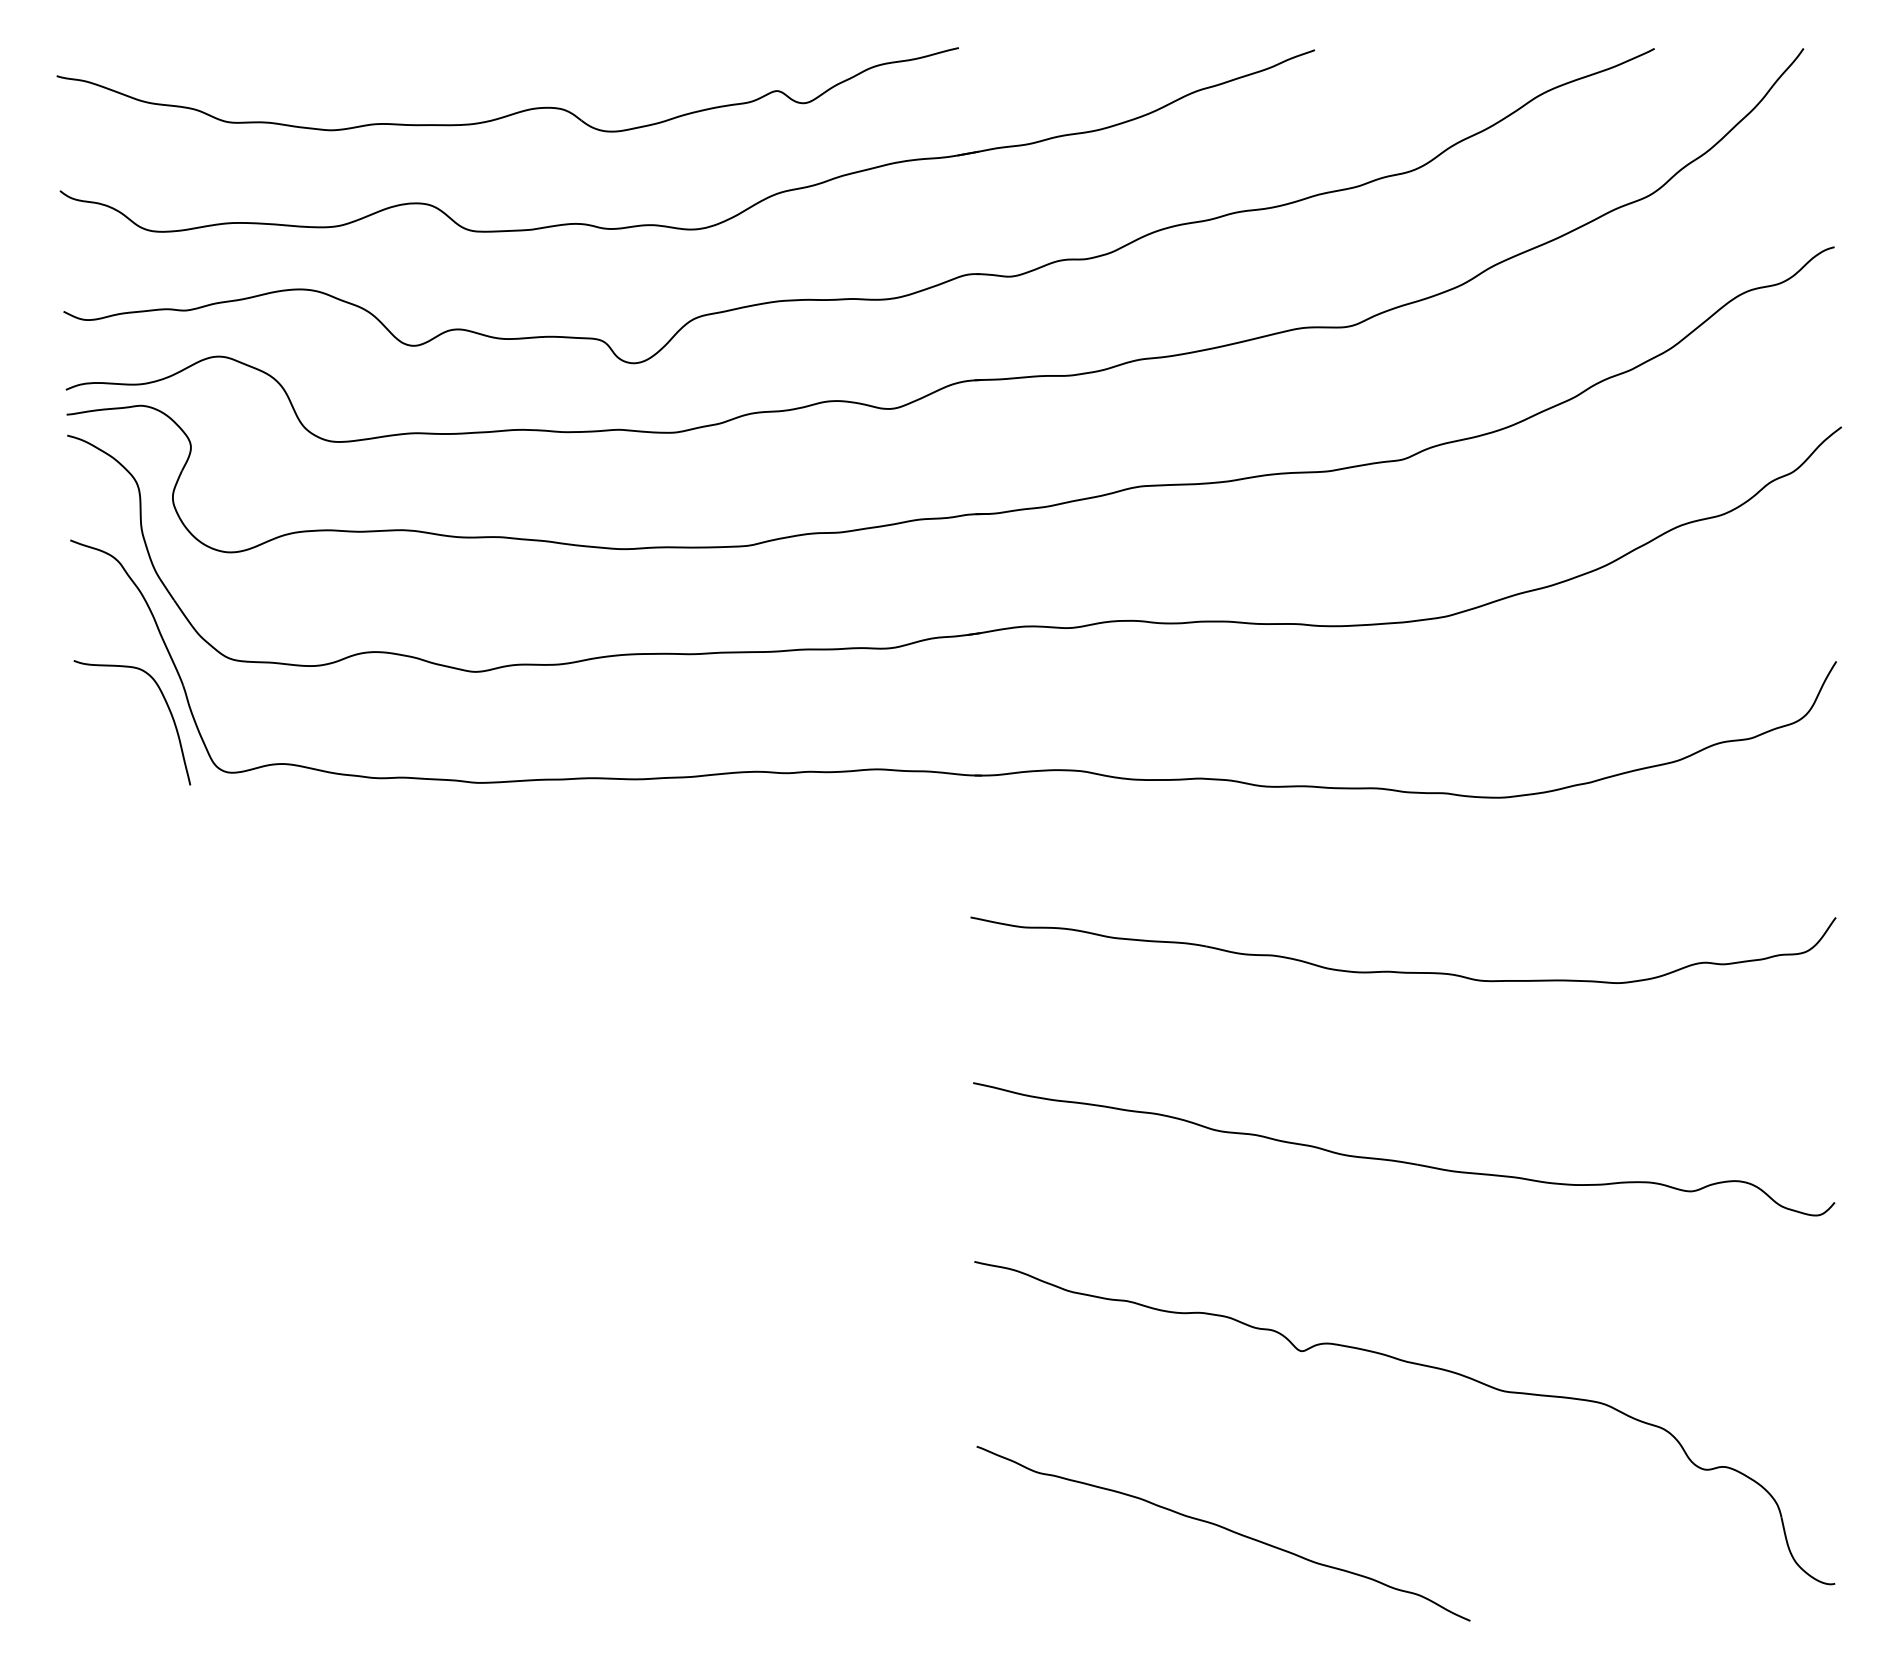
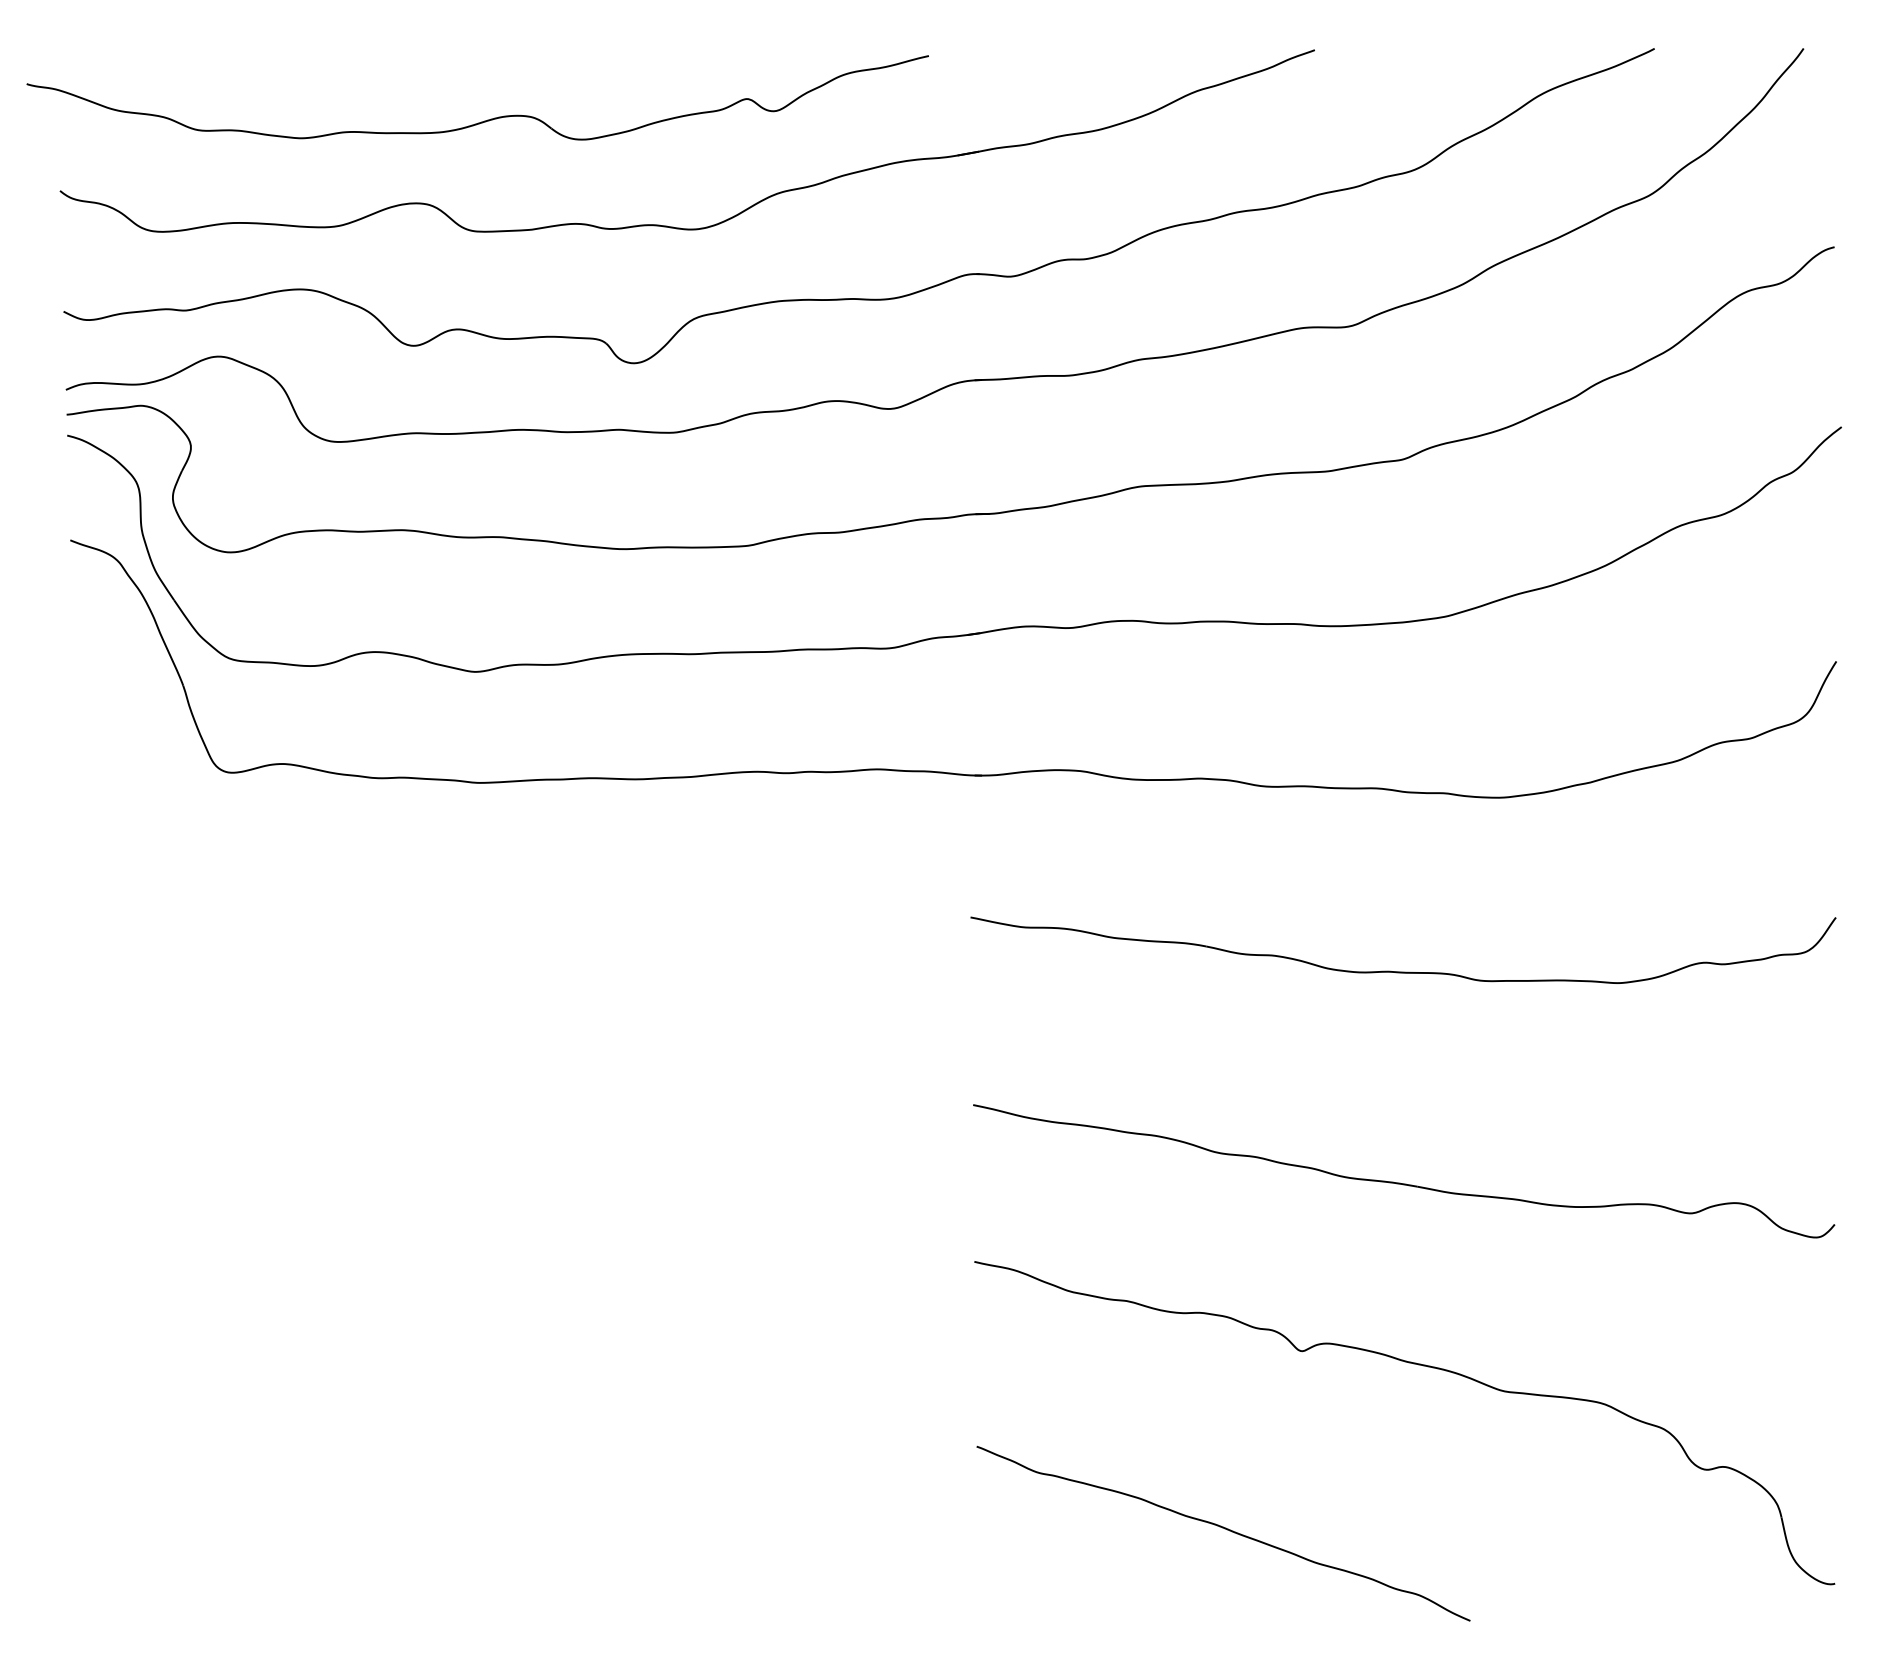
part at (514, 112) position: (514, 112) -> (484, 120)
curve at (166, 705): present -> none
part at (1400, 1160) position: (1400, 1160) -> (1400, 1182)
